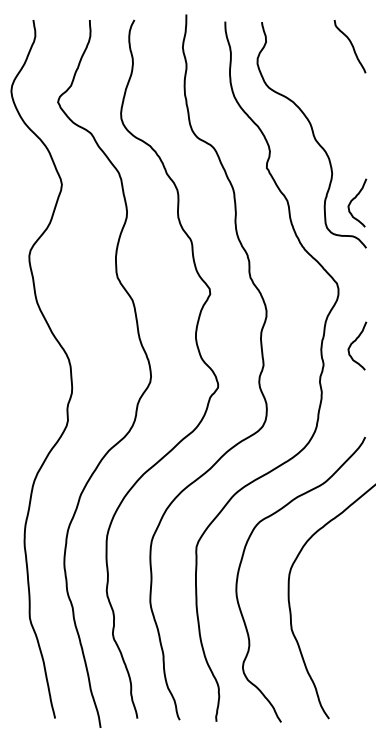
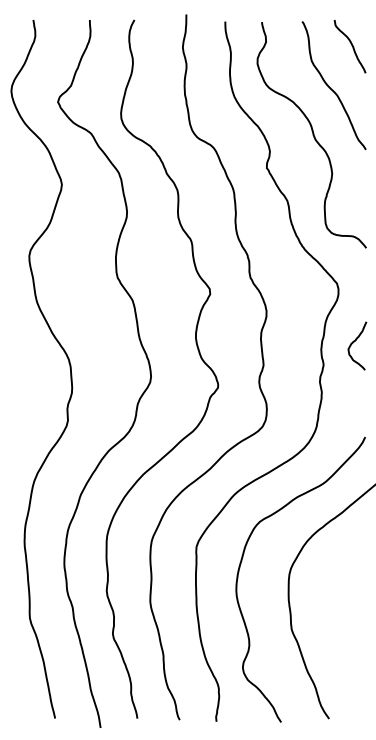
curve at (330, 87): none -> present
curve at (354, 199): present -> none
